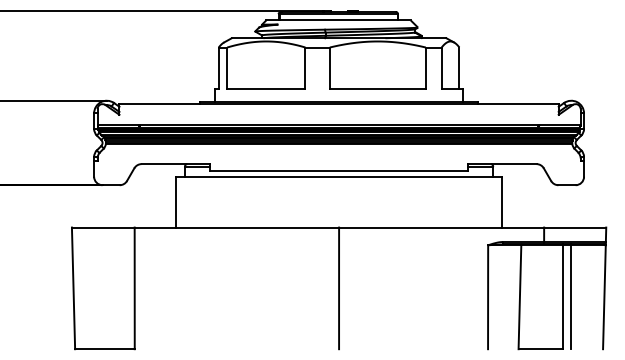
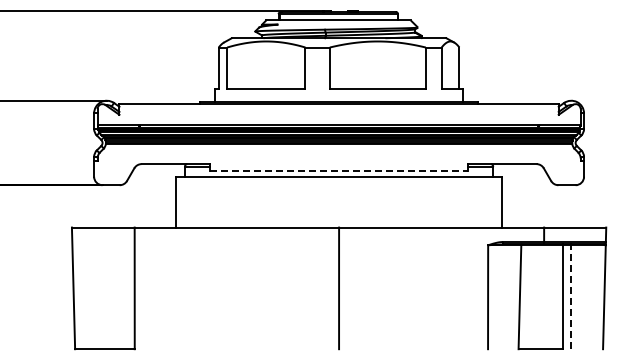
line at (339, 170): solid -> dashed
line at (571, 297): solid -> dashed
